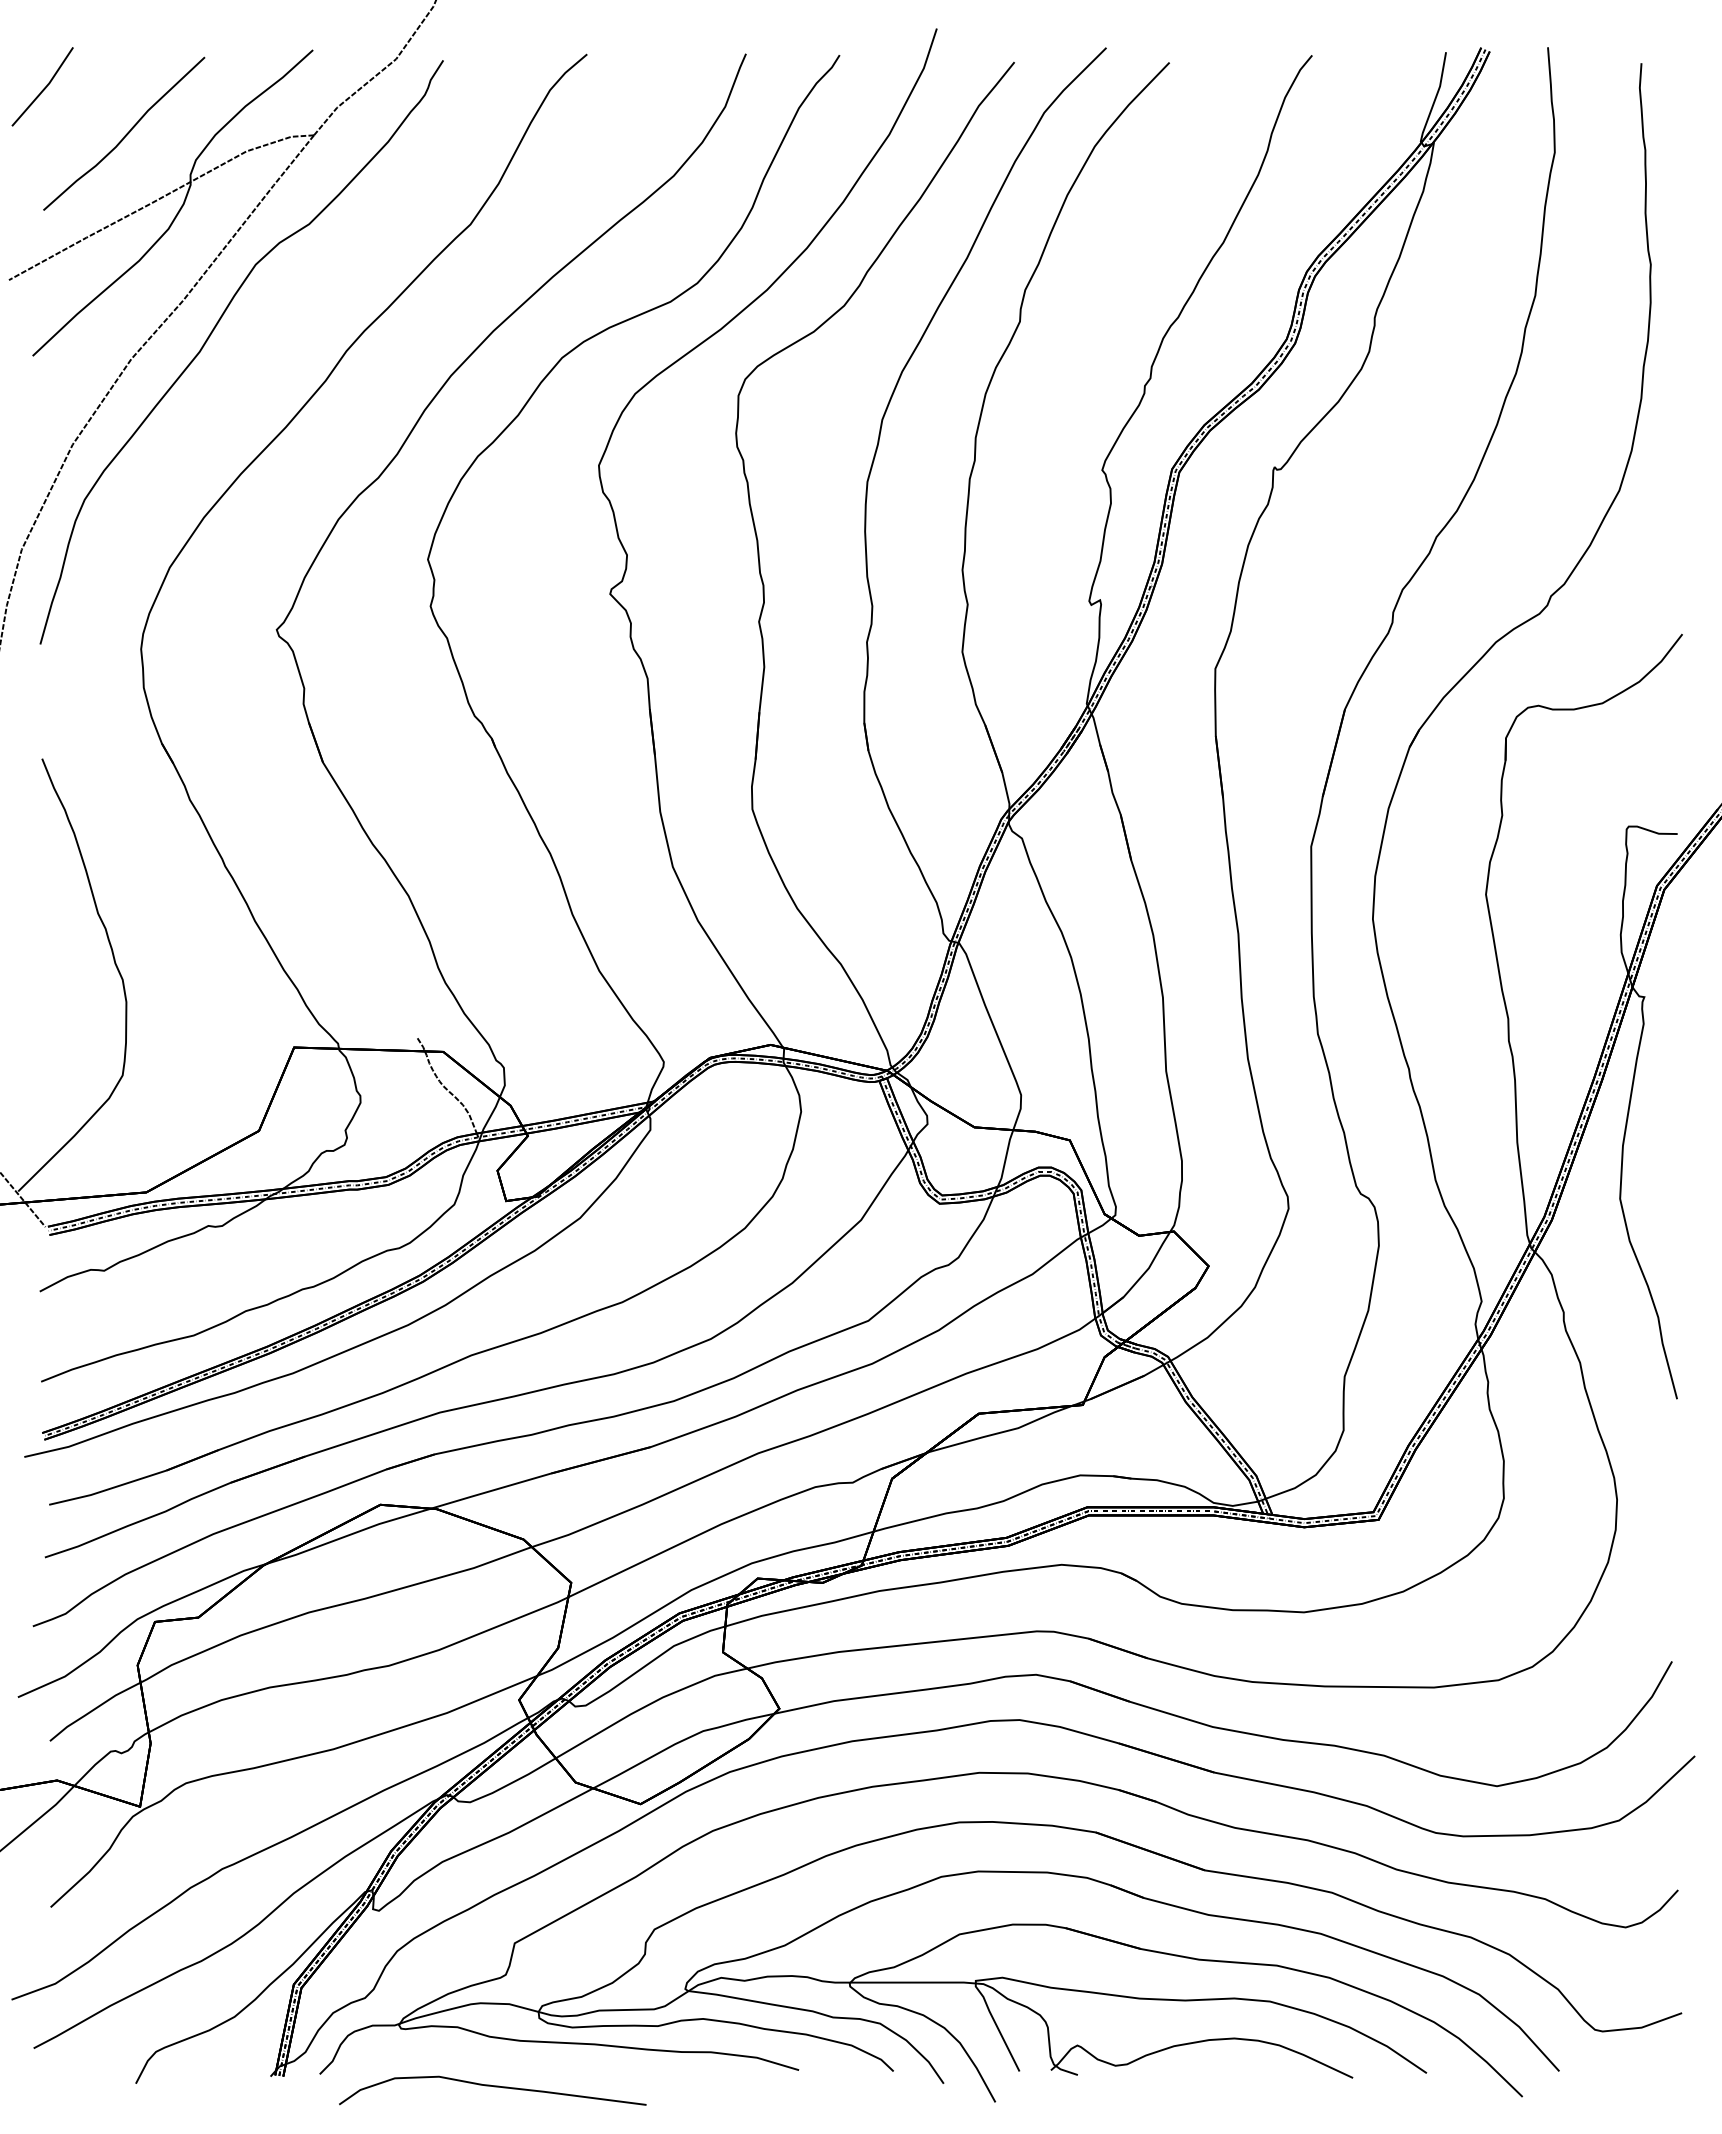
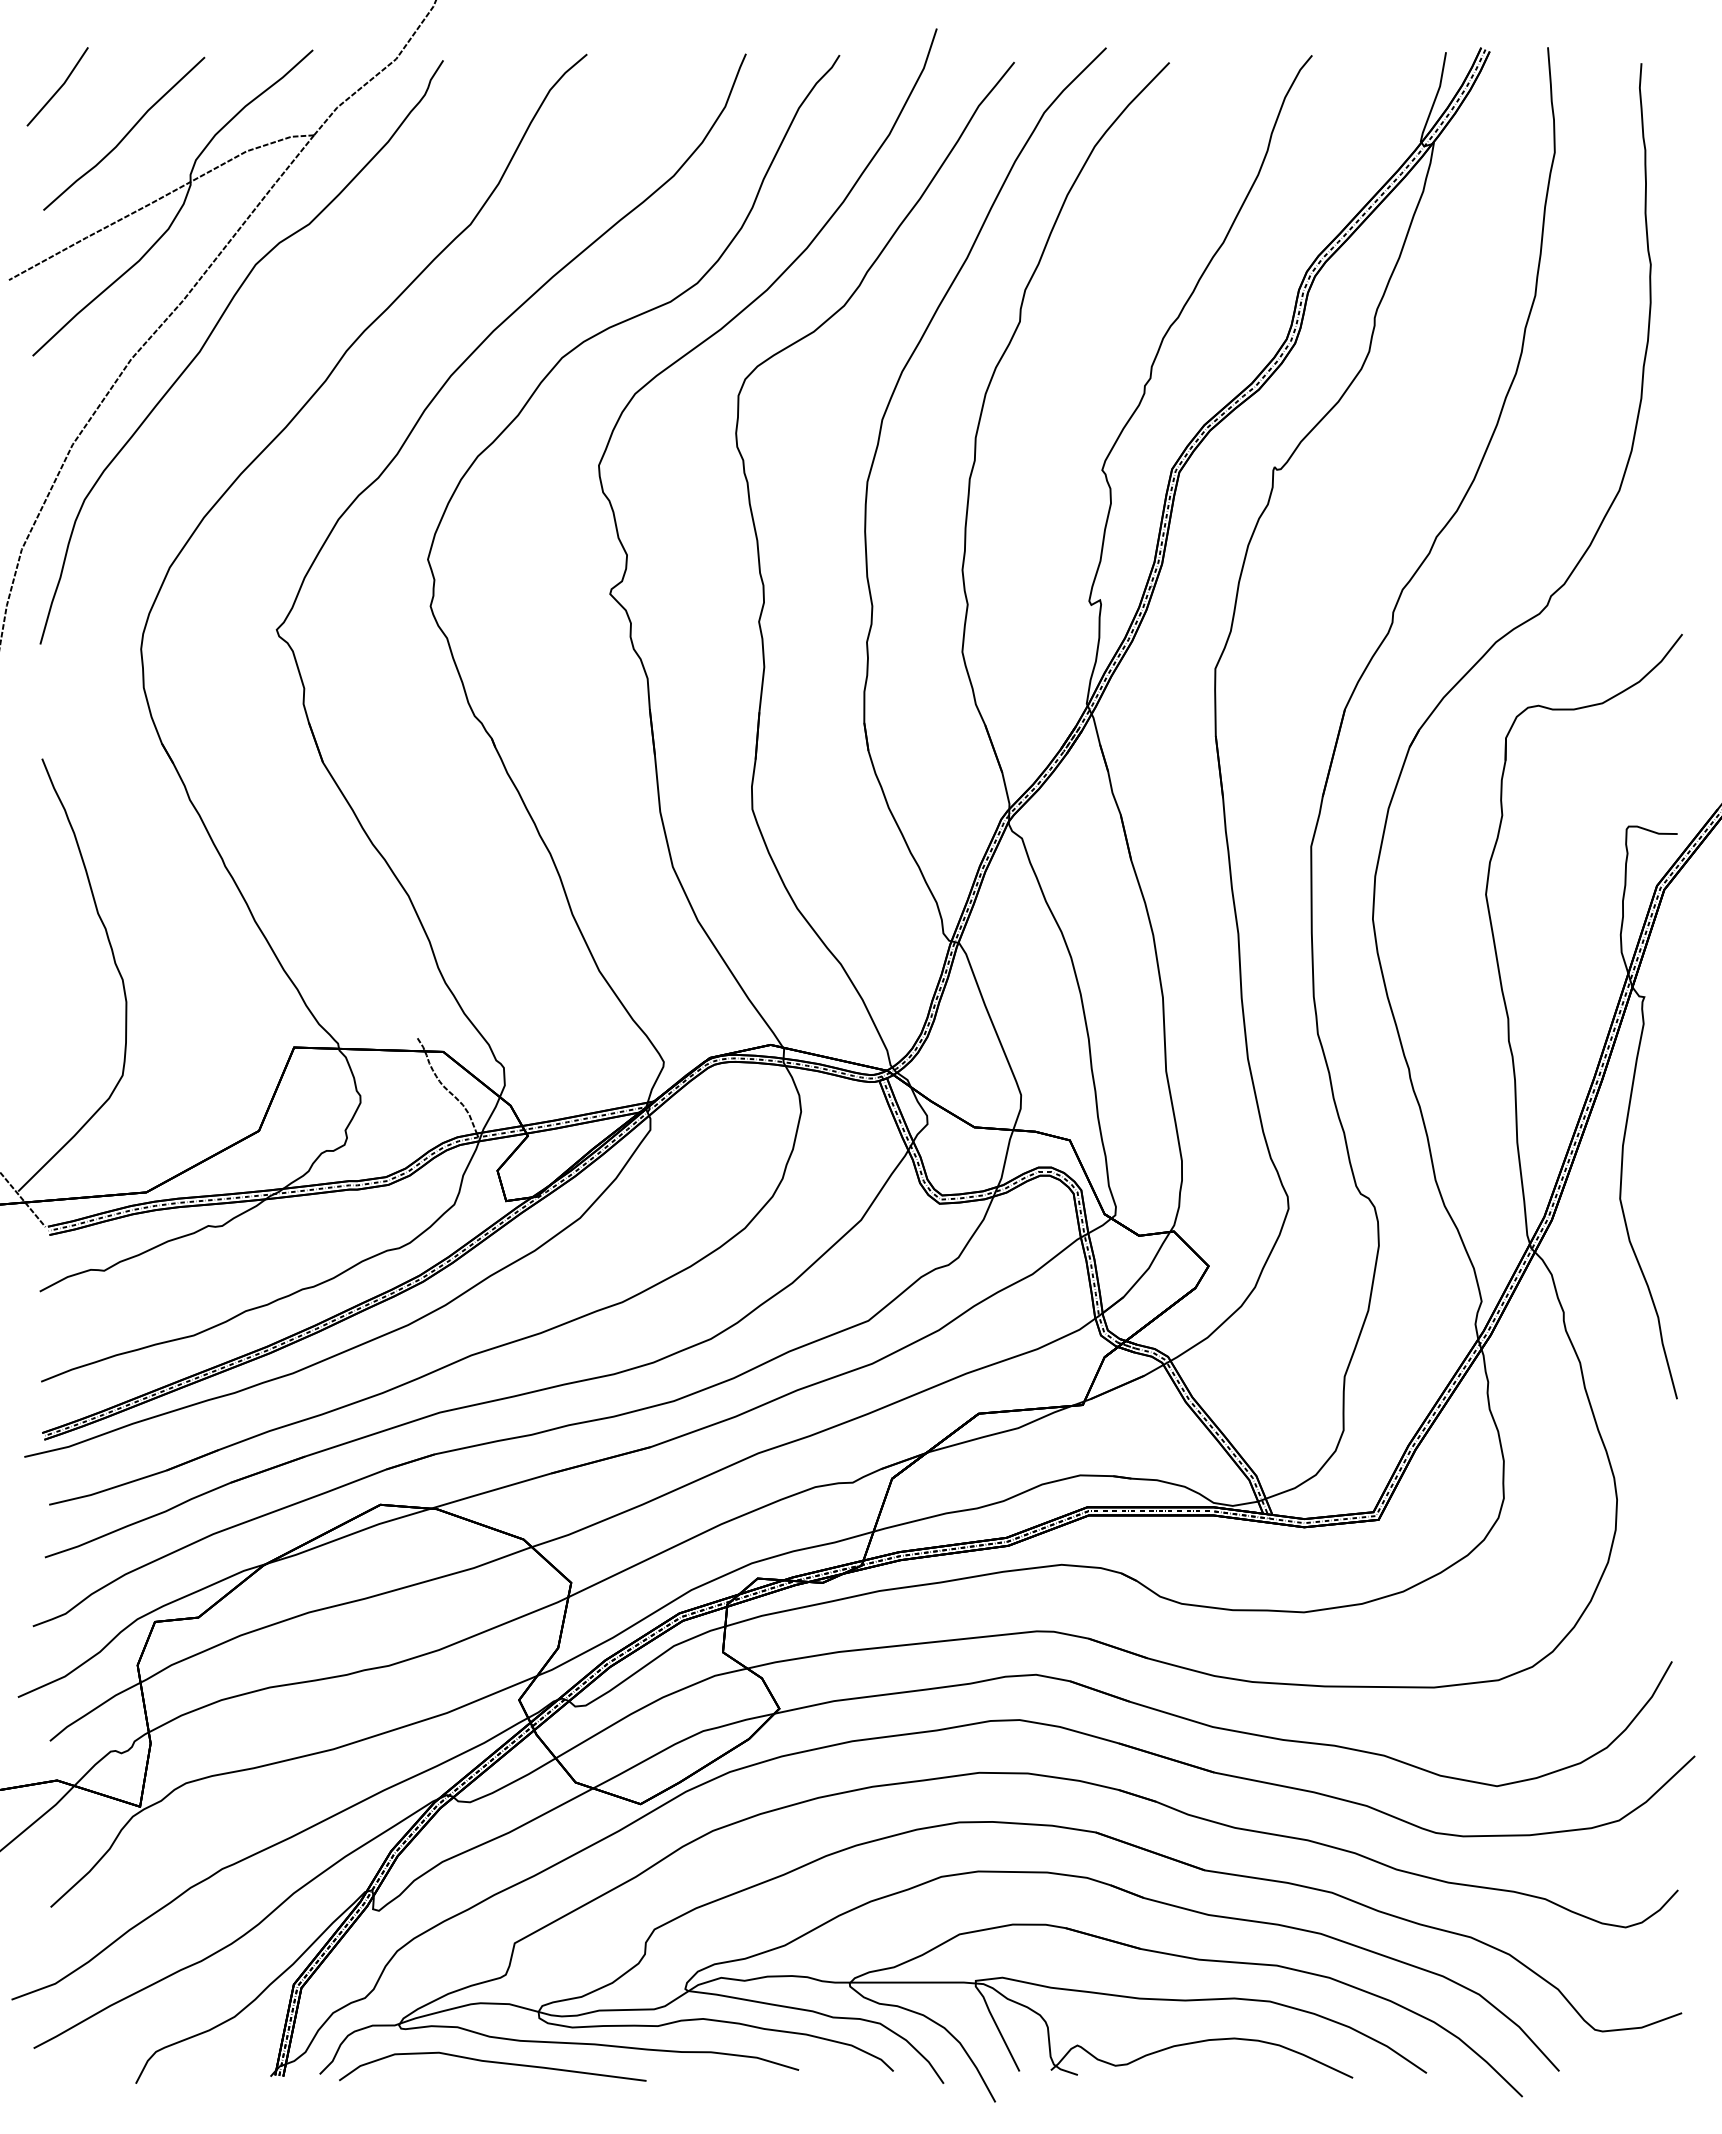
line at (44, 87) position: (44, 87) -> (59, 87)
curve at (494, 2087) position: (494, 2087) -> (494, 2063)
